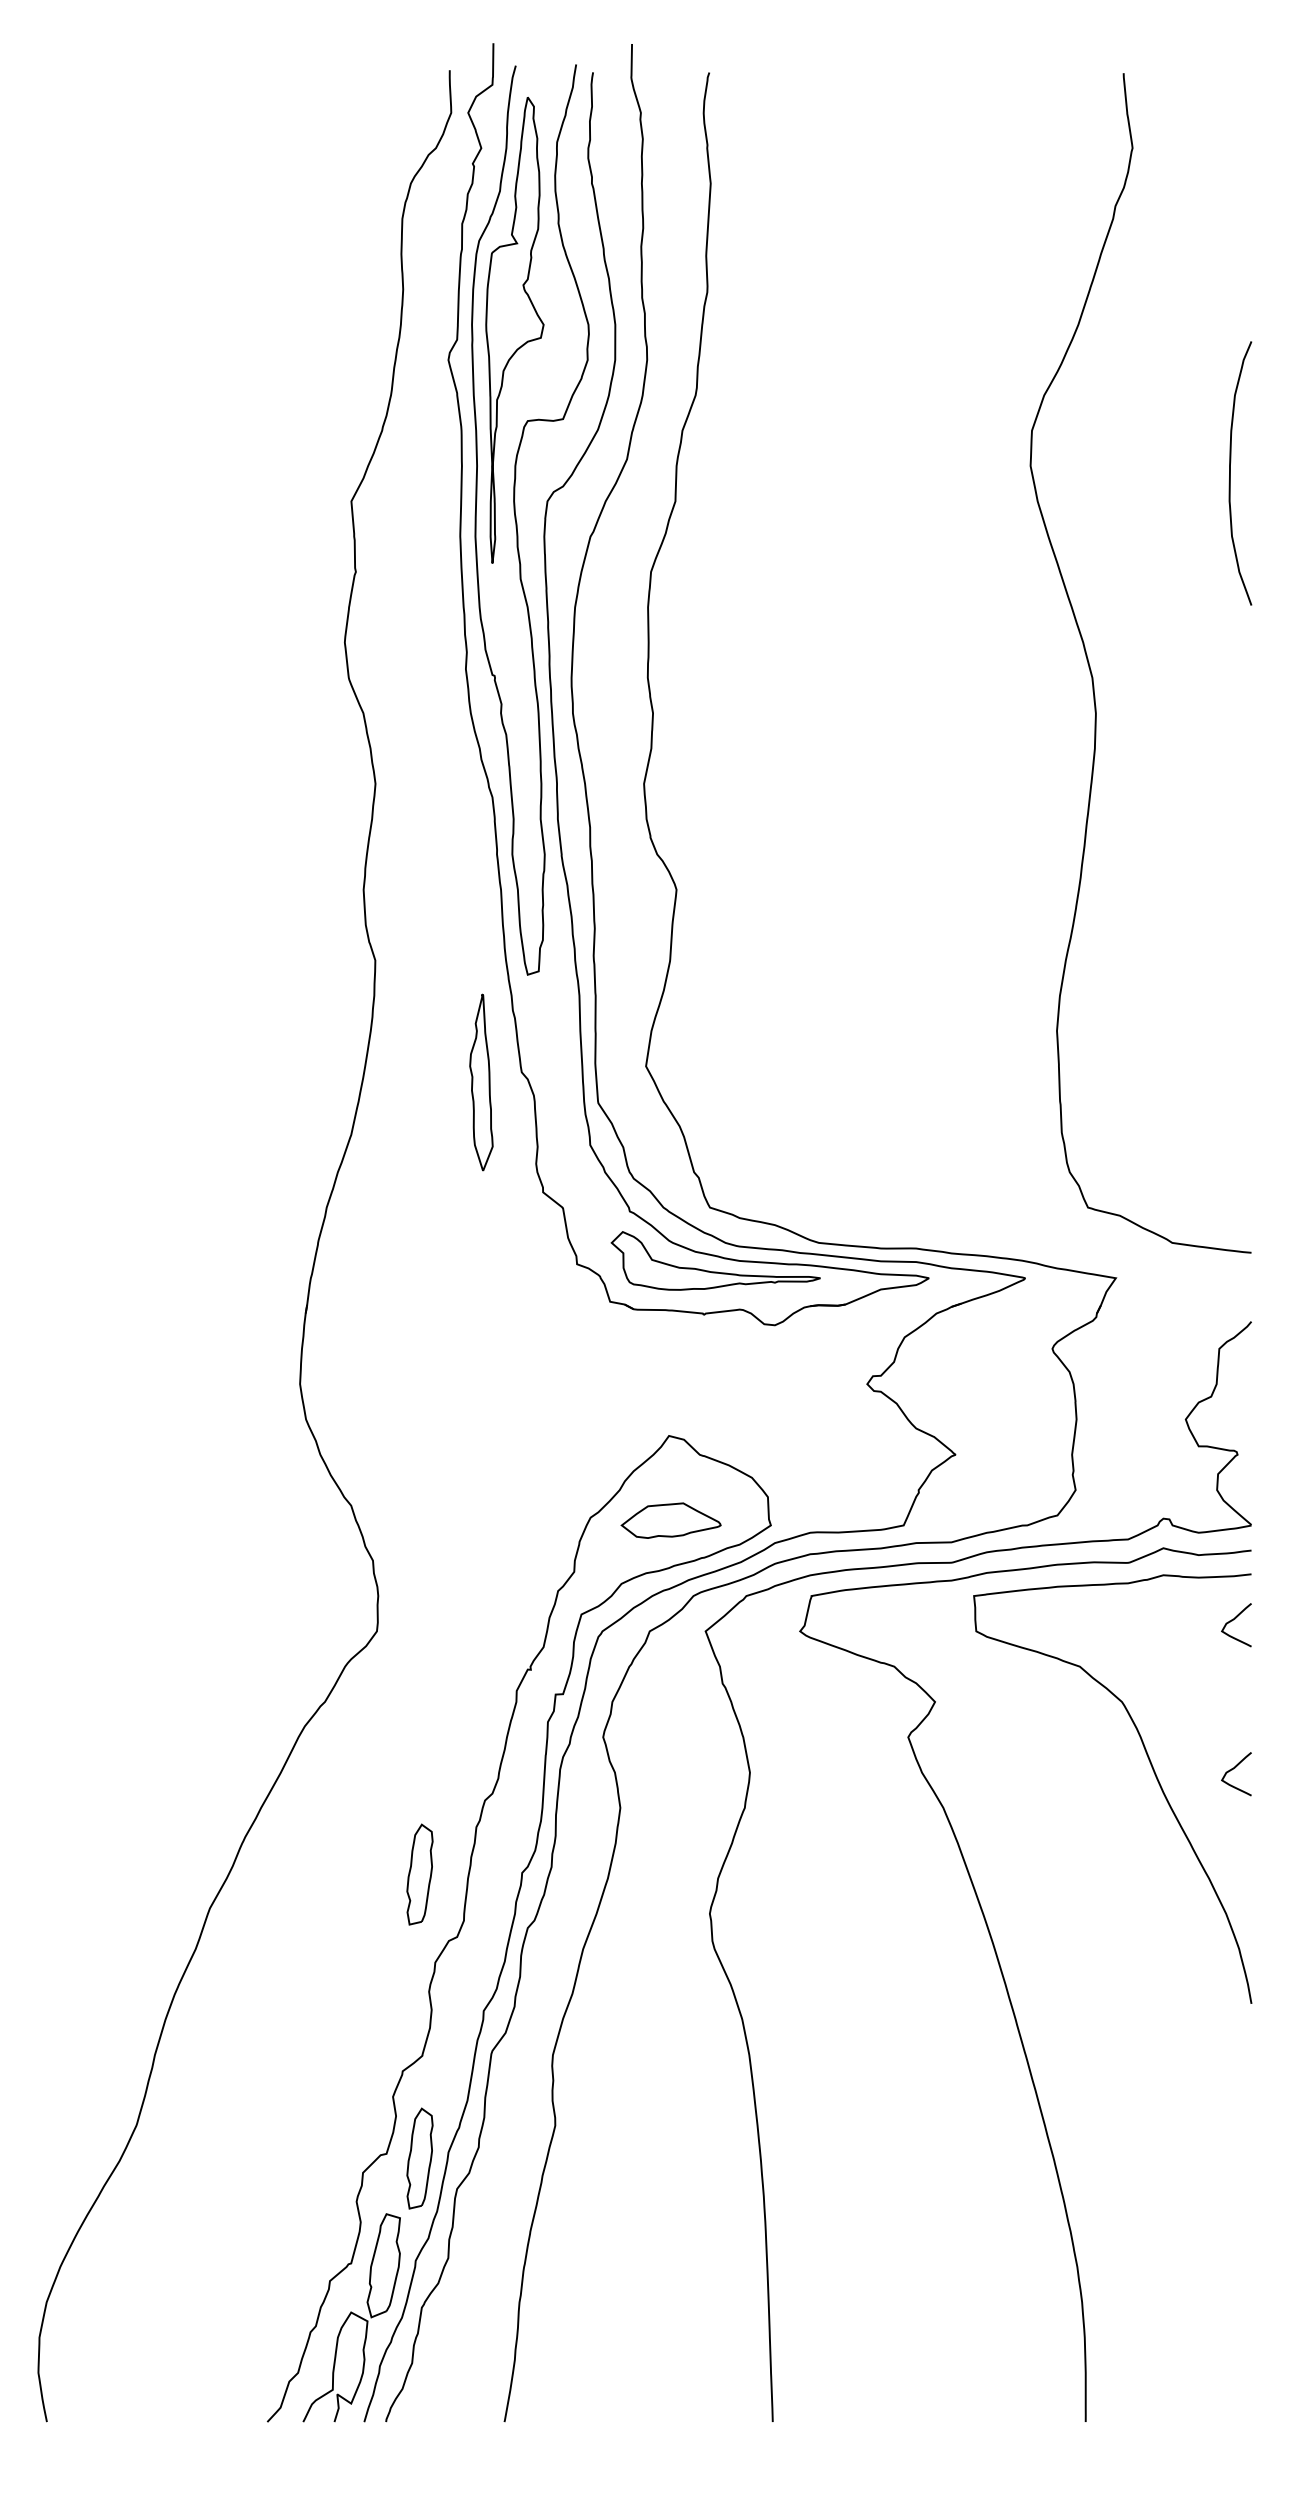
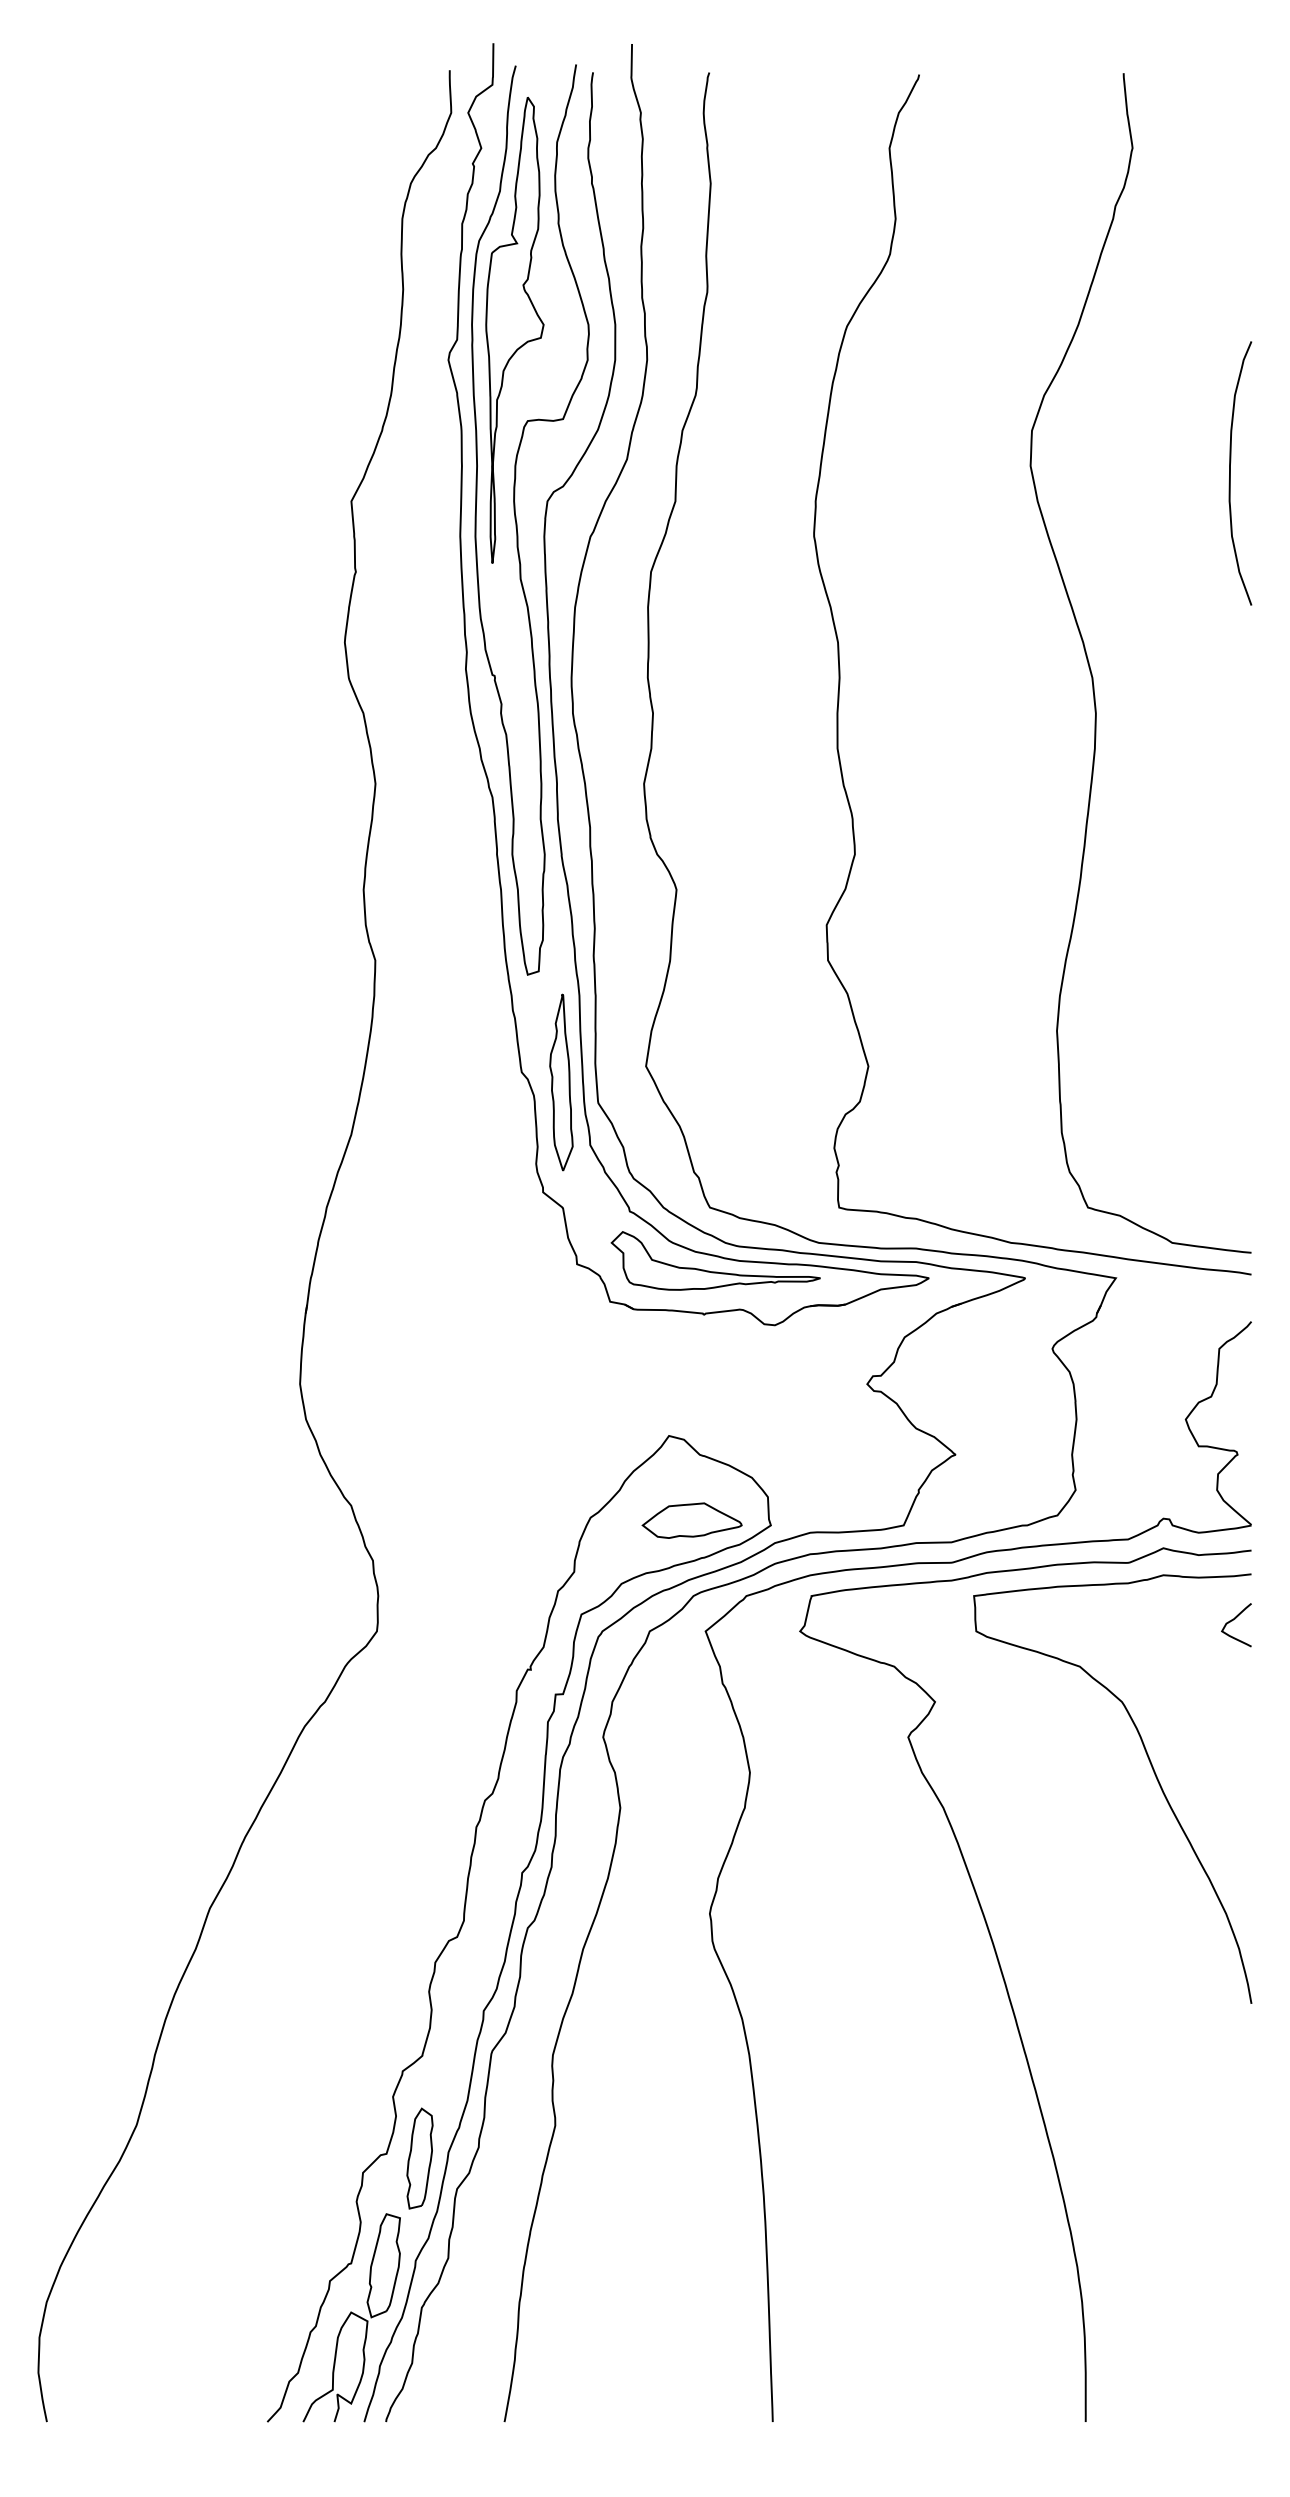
curve at (840, 674): none -> present
part at (481, 1082) position: (481, 1082) -> (561, 1082)
part at (670, 1520) position: (670, 1520) -> (691, 1520)
curve at (1232, 1770): present -> none
part at (419, 1874): present -> none
